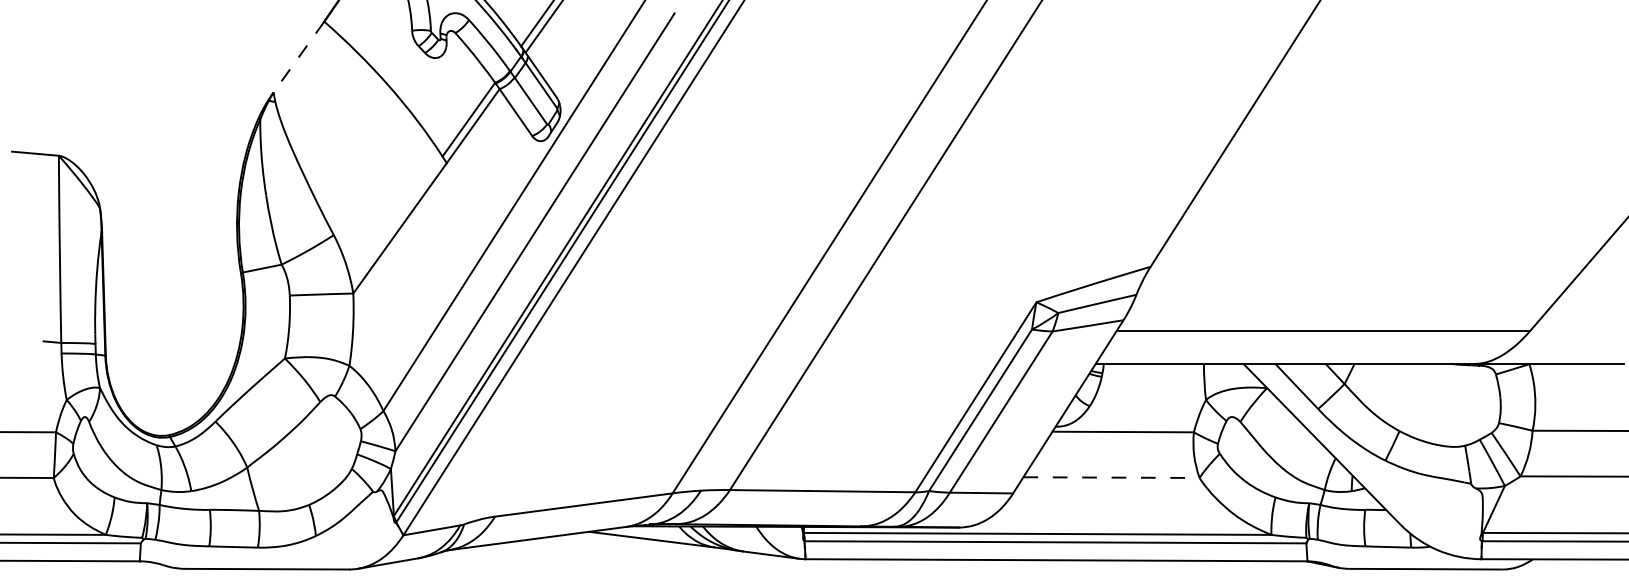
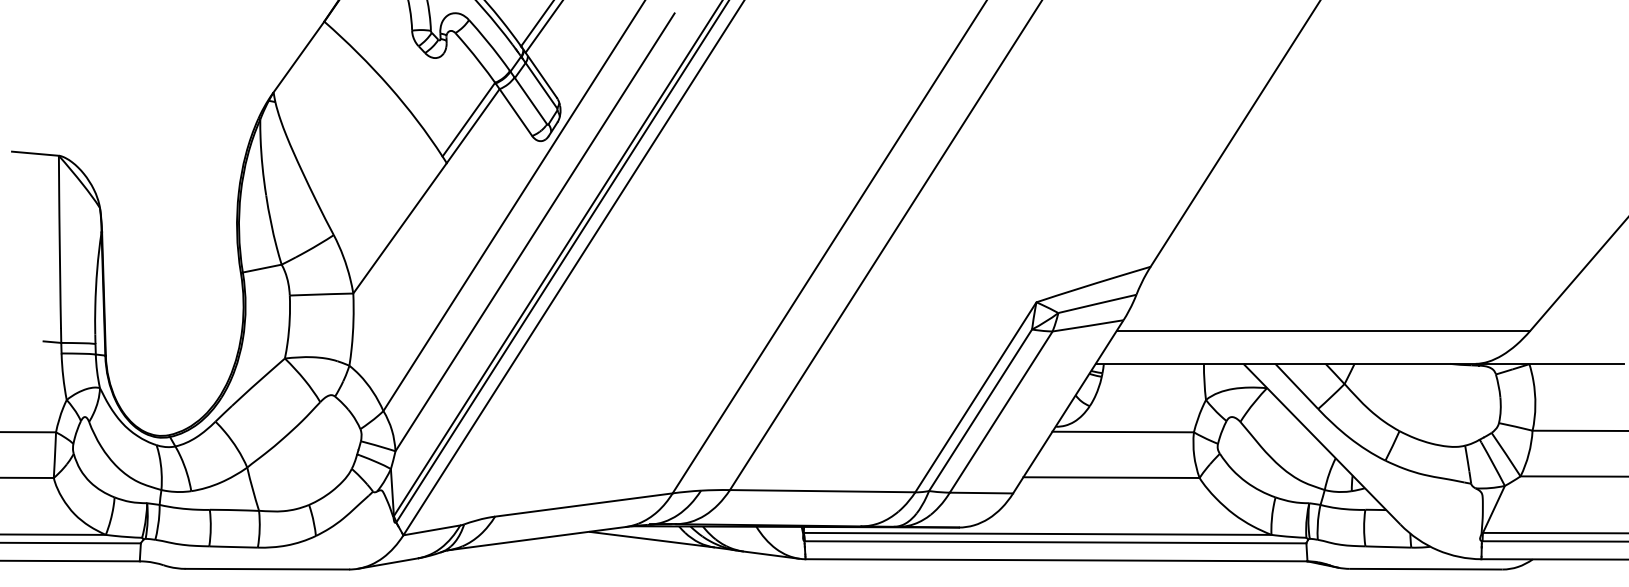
line at (298, 57): dashed -> solid
line at (1112, 477): dashed -> solid
